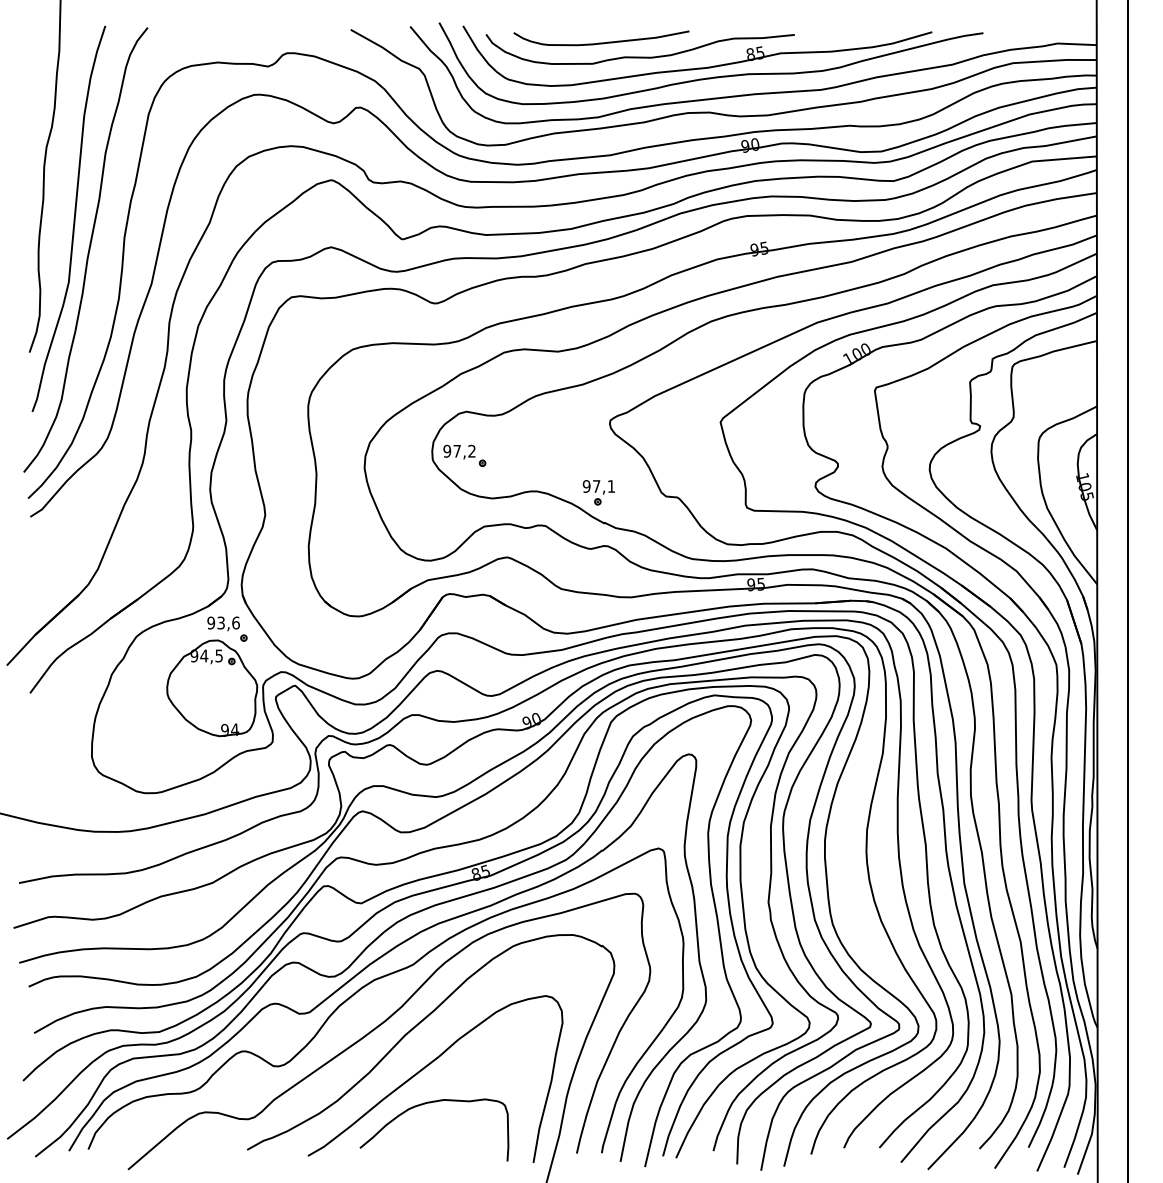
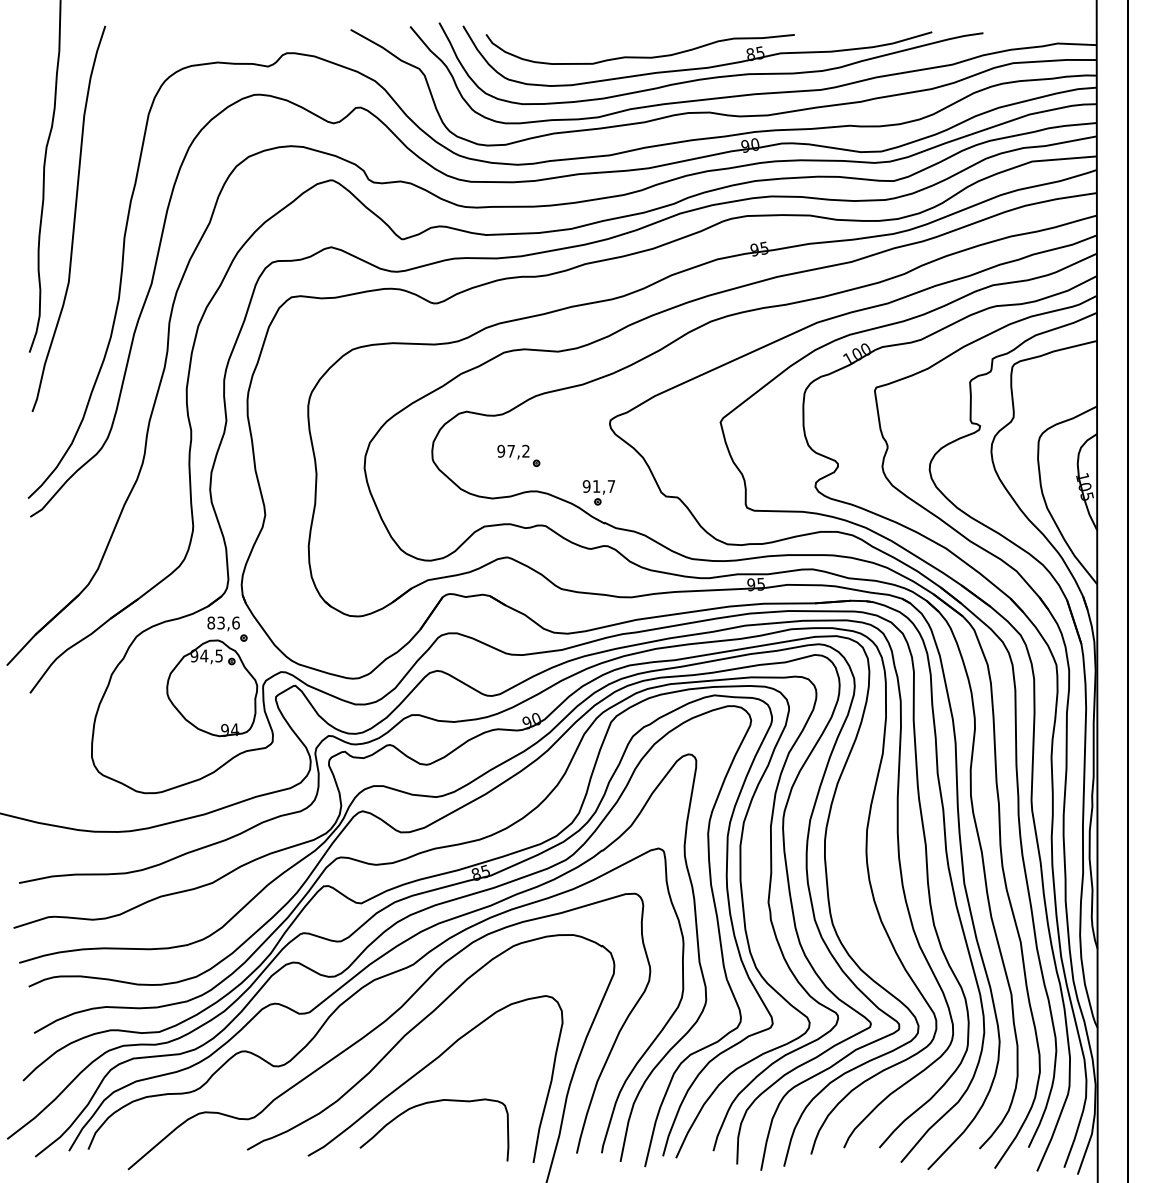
curve at (601, 42): present -> none
curve at (88, 249): present -> none
part at (464, 455) position: (464, 455) -> (518, 455)
text at (604, 486): 97,1 -> 91,7
text at (211, 622): 93,6 -> 83,6
